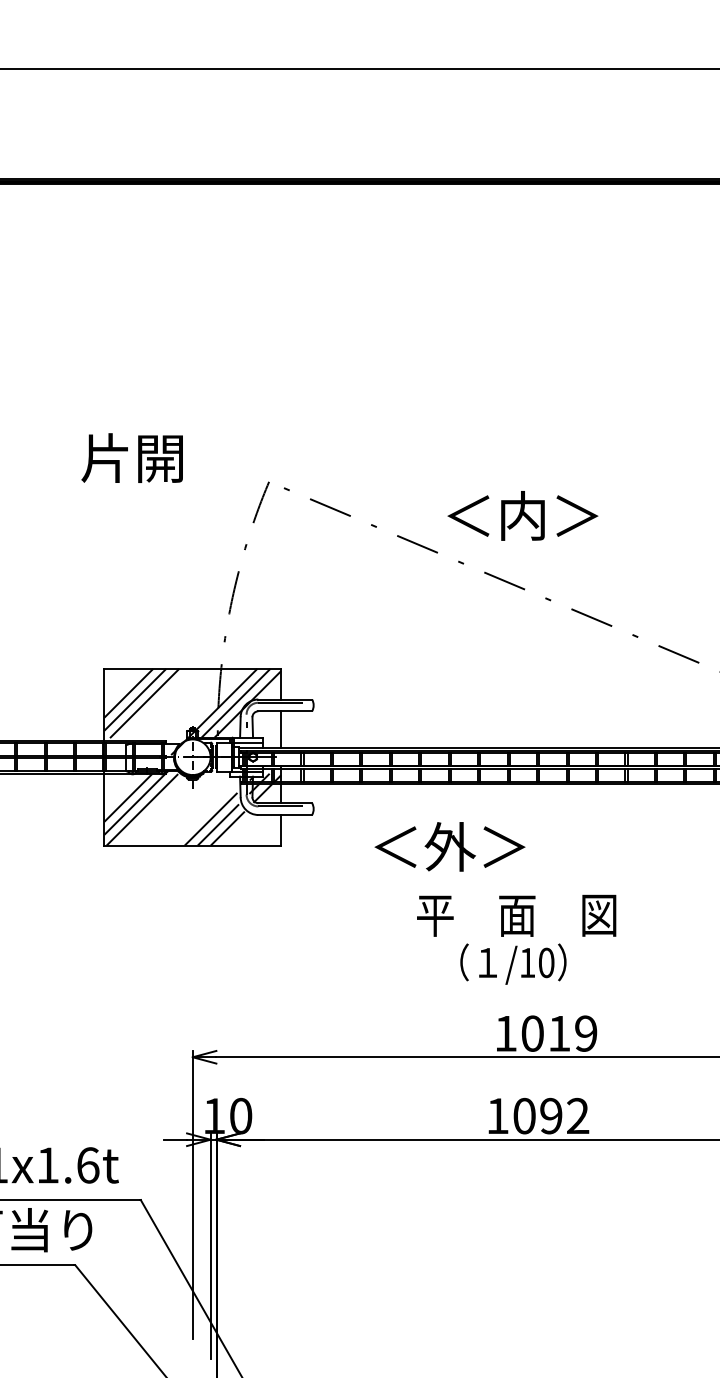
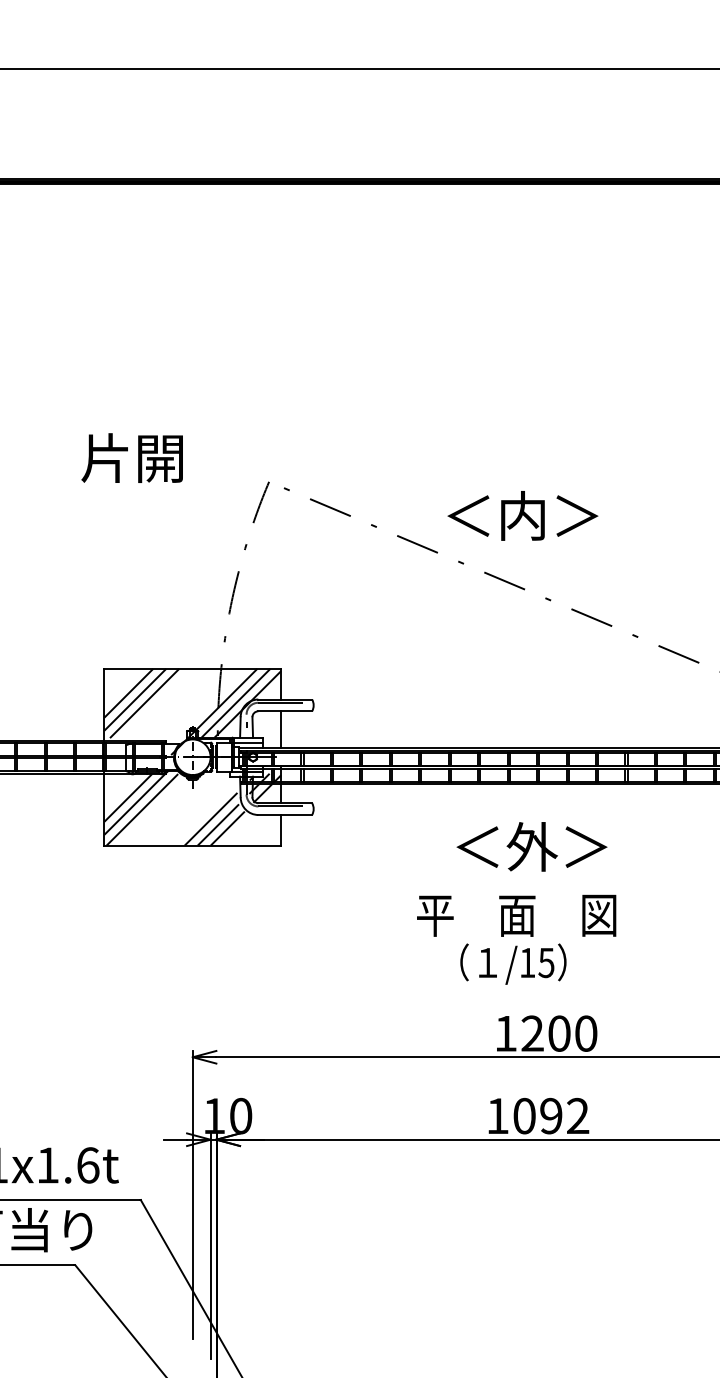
text at (449, 846) position: (449, 846) -> (531, 846)
text at (546, 962): /10 -> /15
text at (559, 1033): 1019 -> 1200
